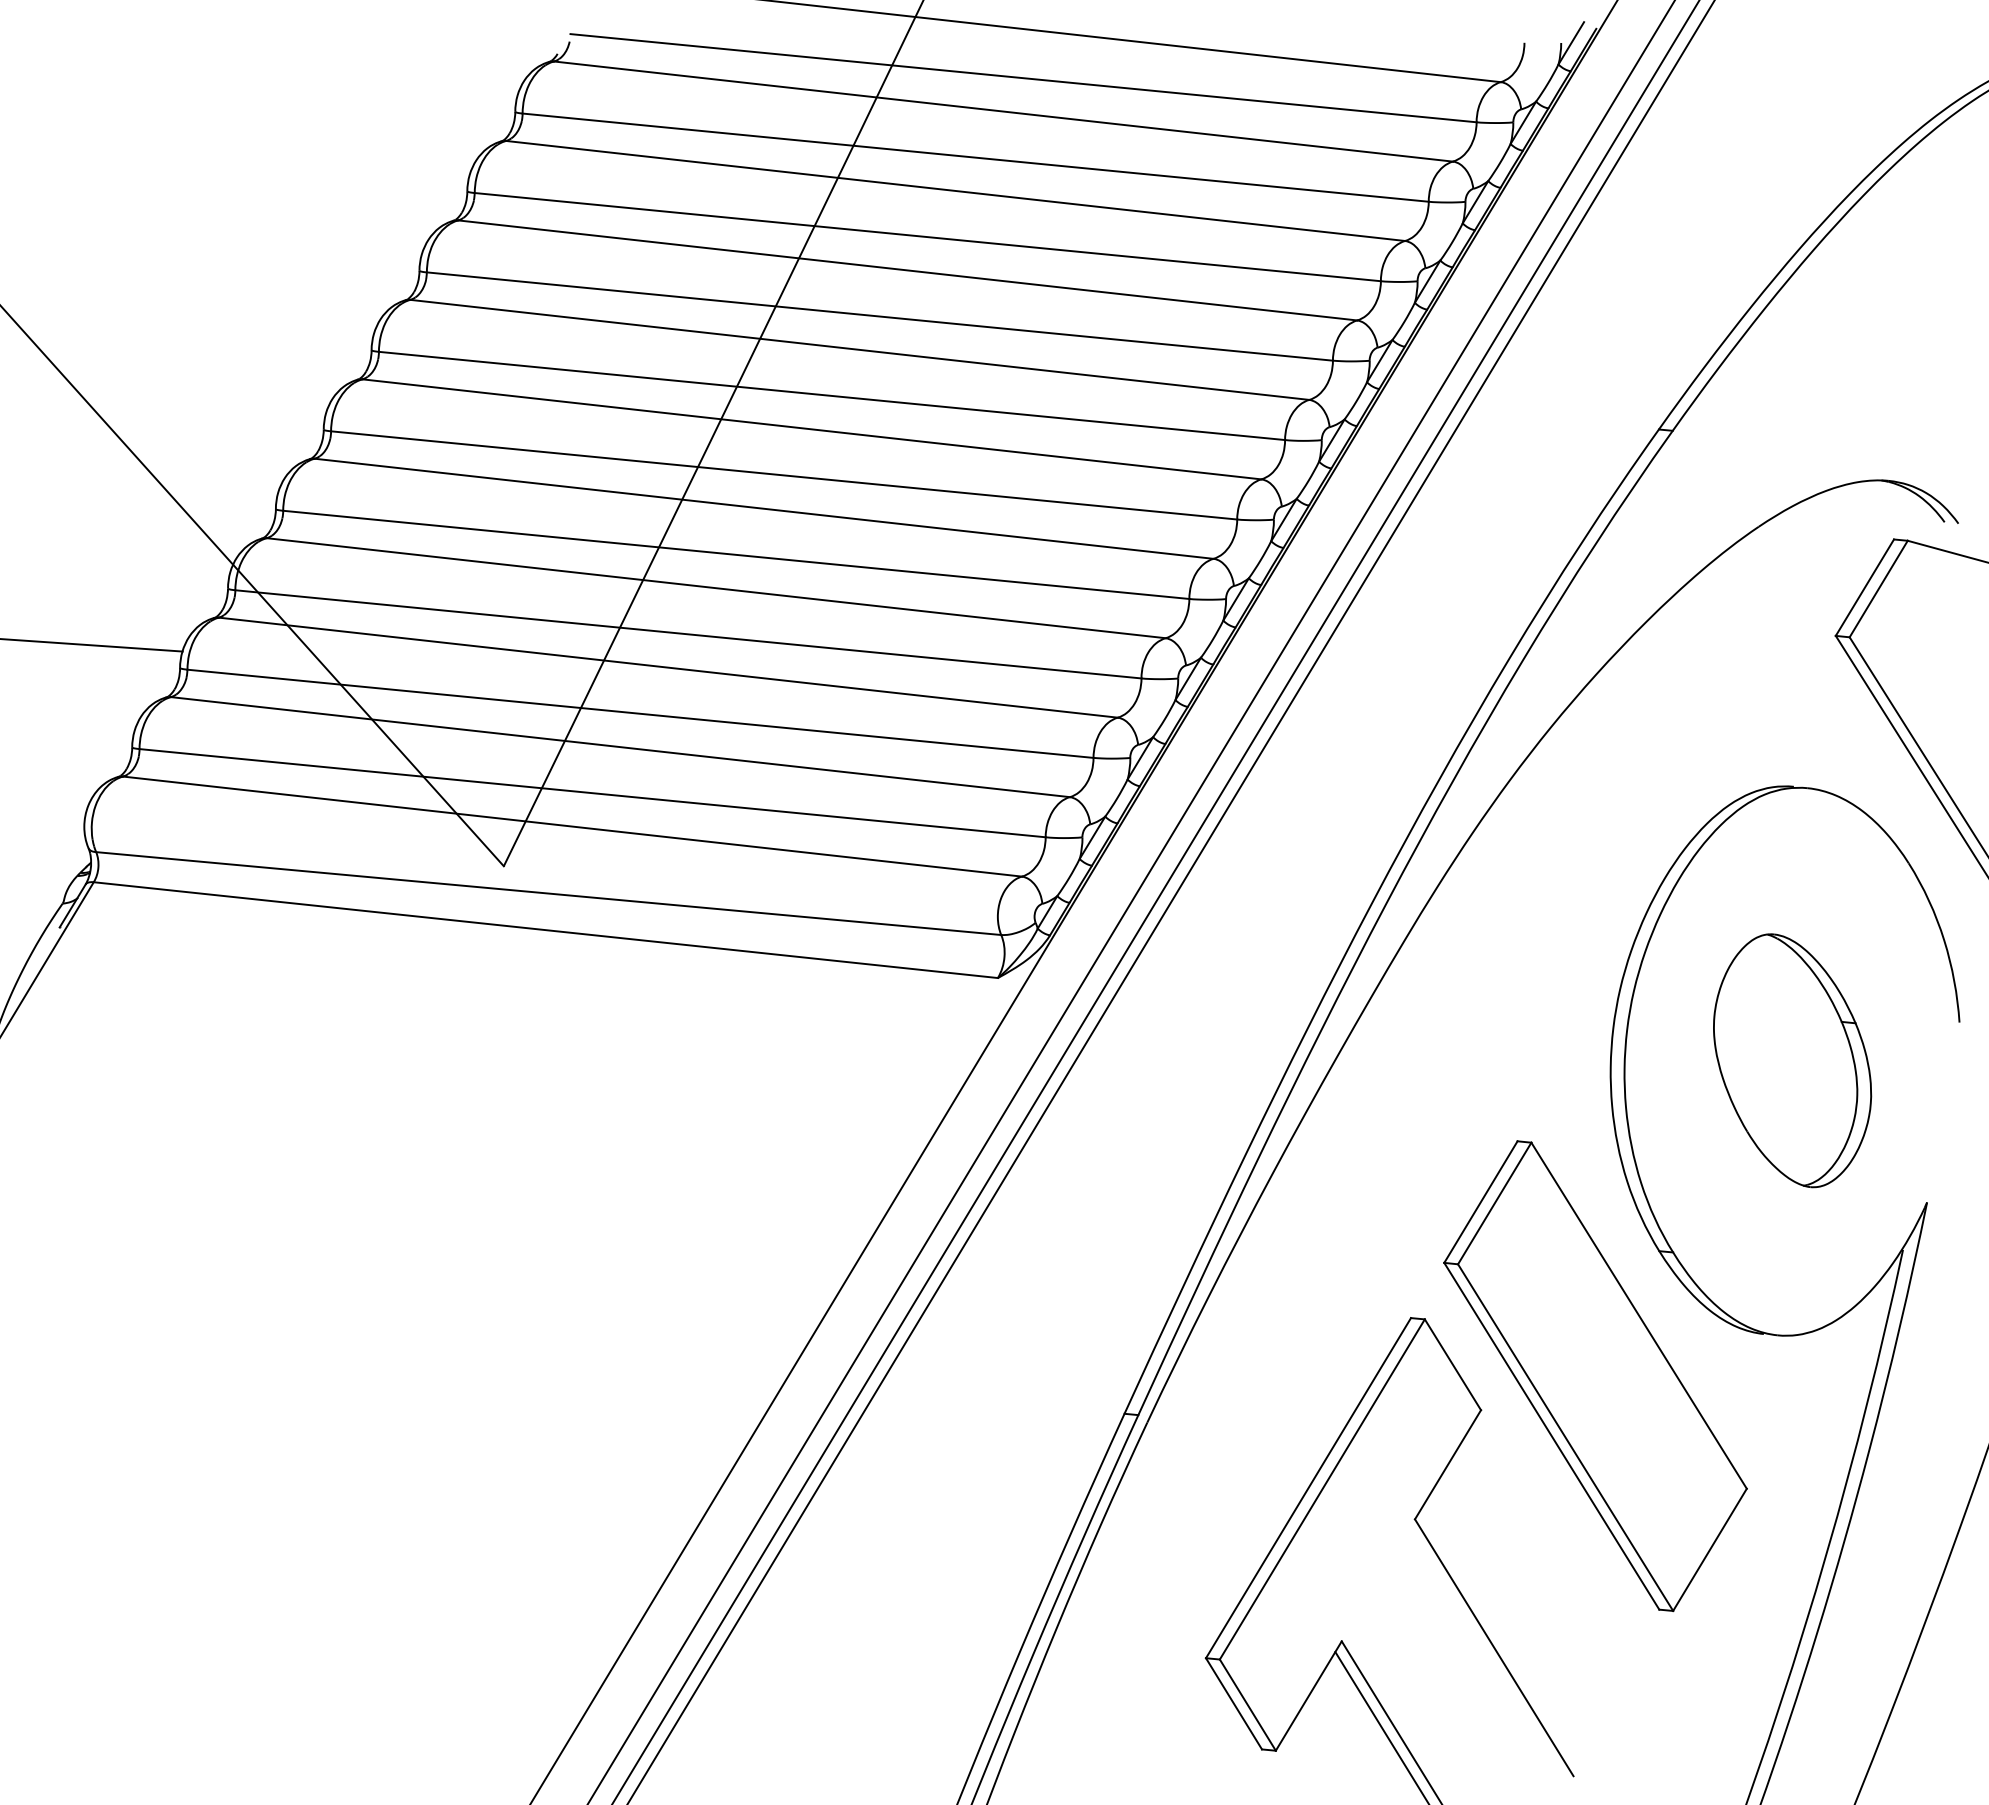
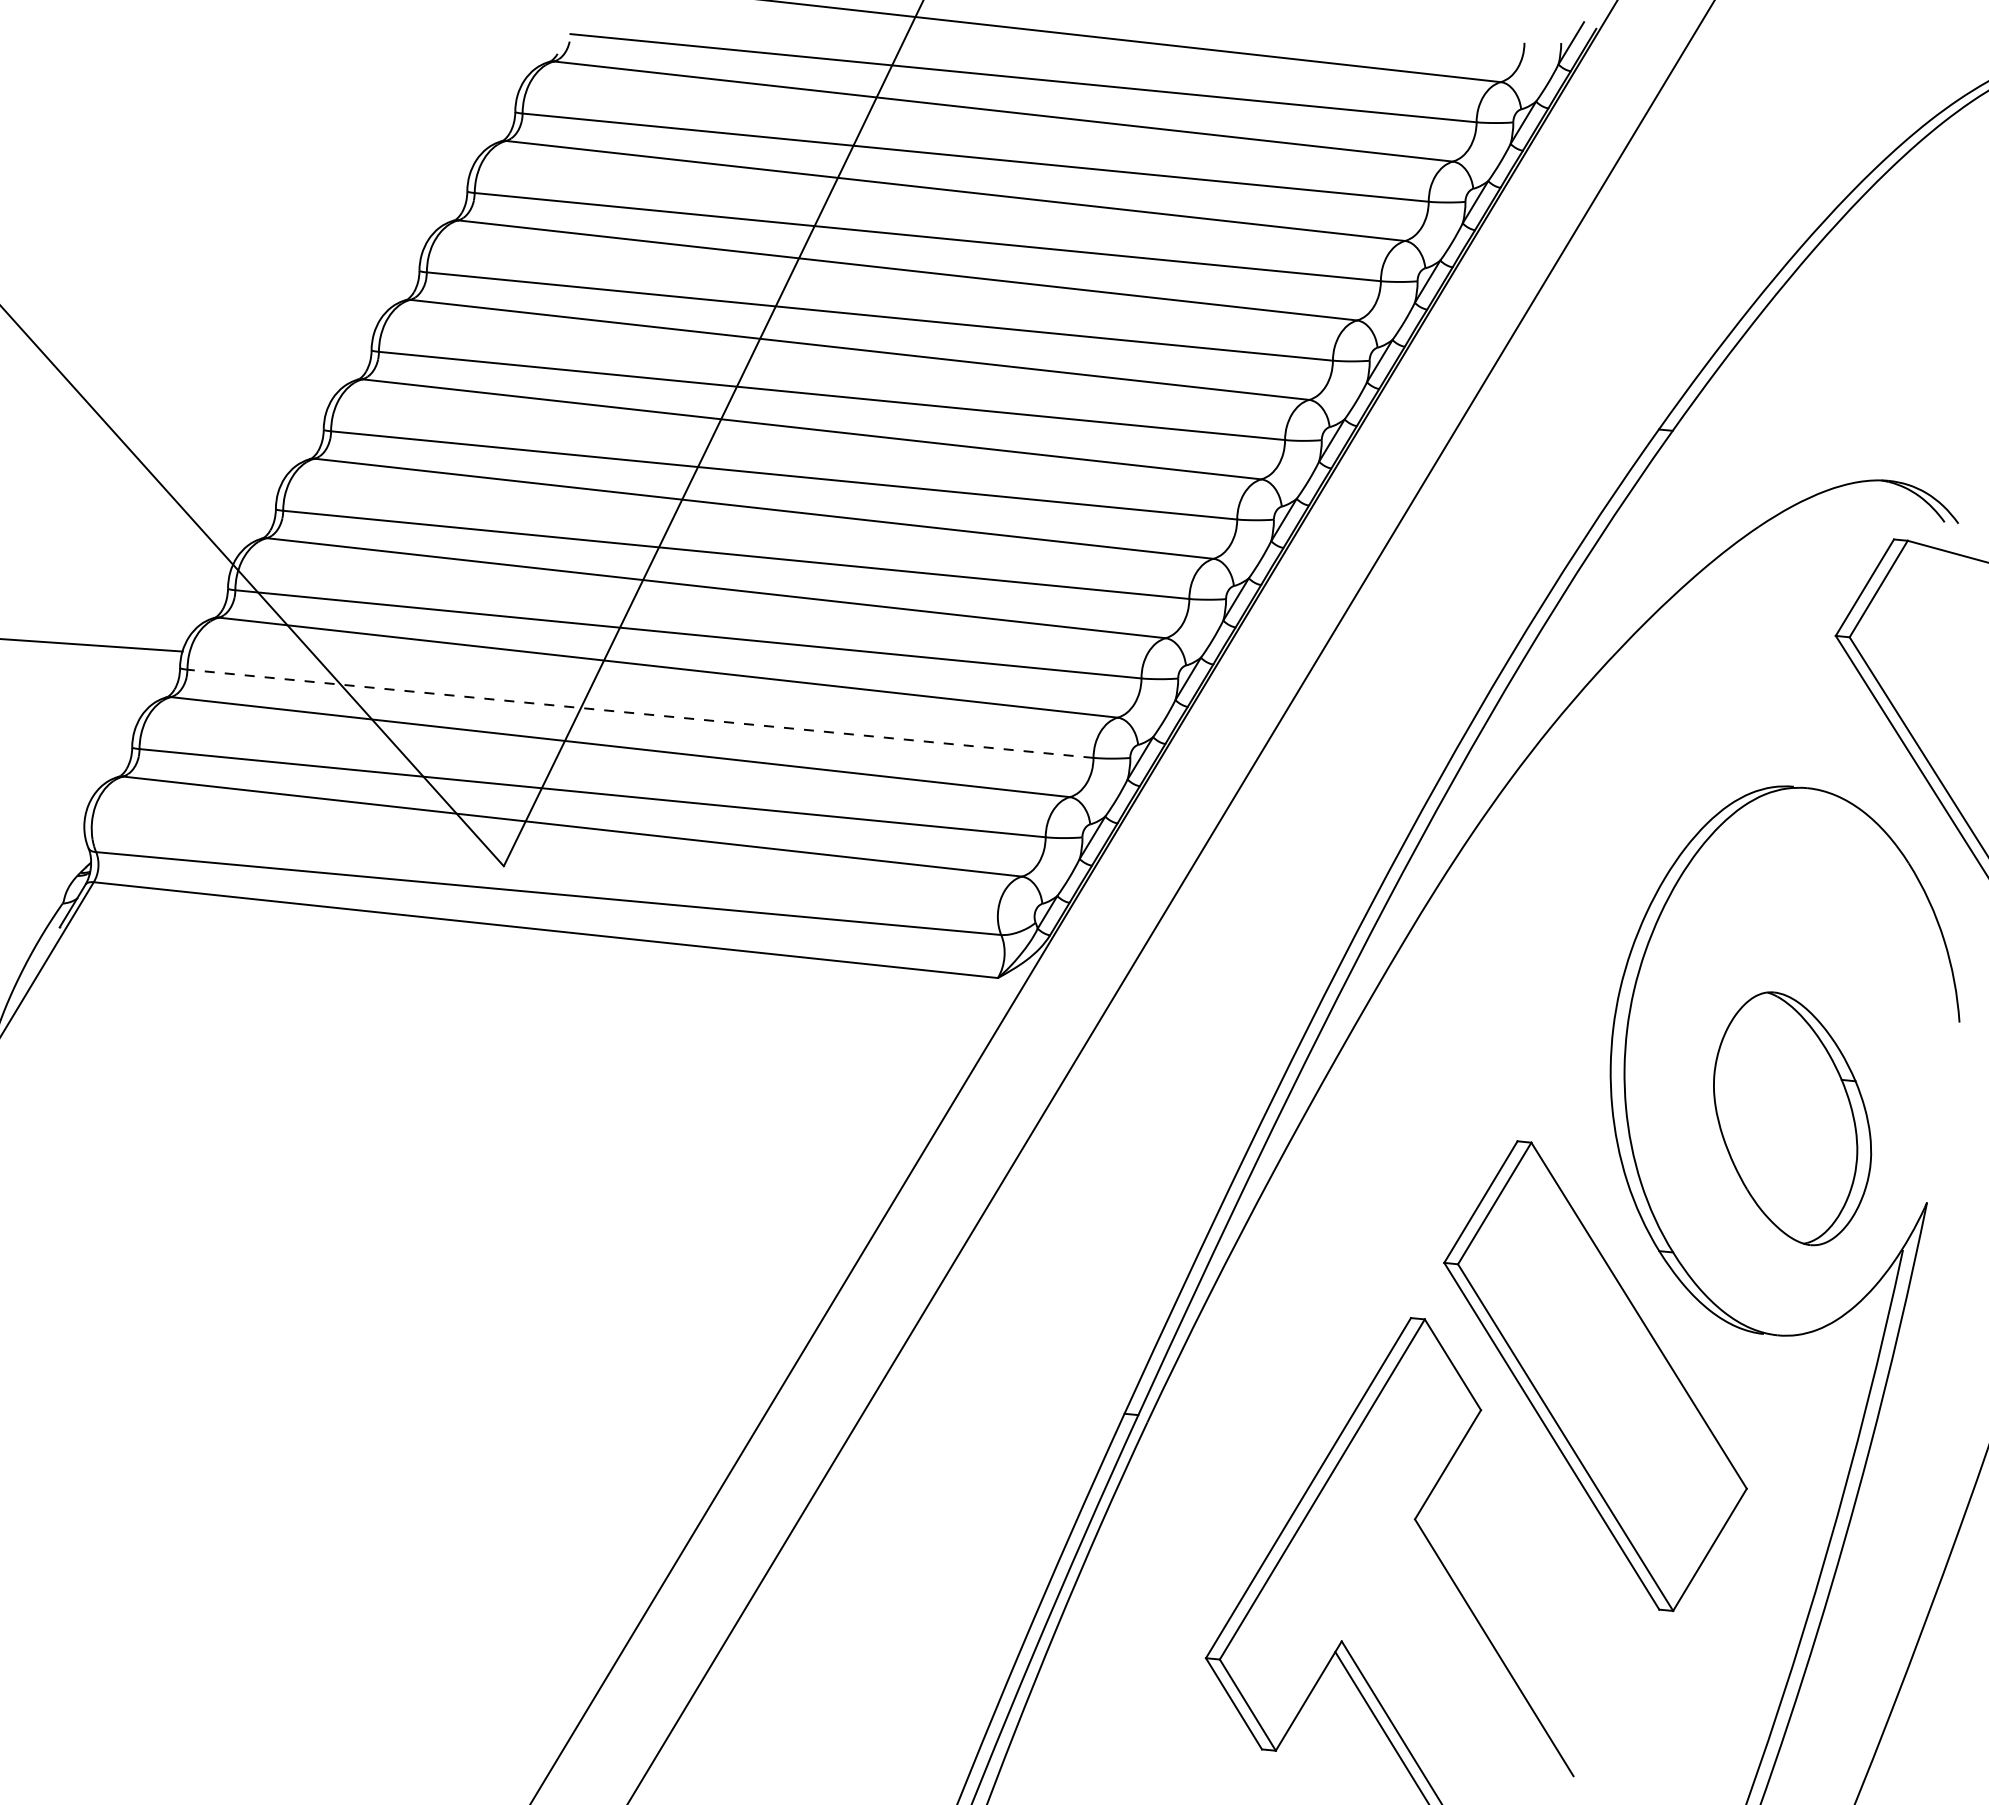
line at (640, 713): solid -> dashed
line at (1131, 901): present -> none
line at (1155, 901): present -> none
part at (1792, 1060) position: (1792, 1060) -> (1792, 1118)
